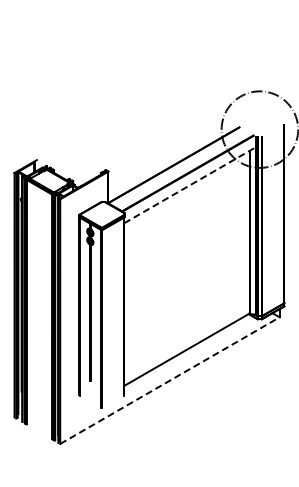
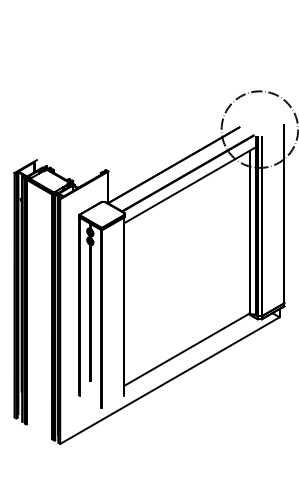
line at (190, 184): dashed -> solid
line at (169, 380): dashed -> solid
